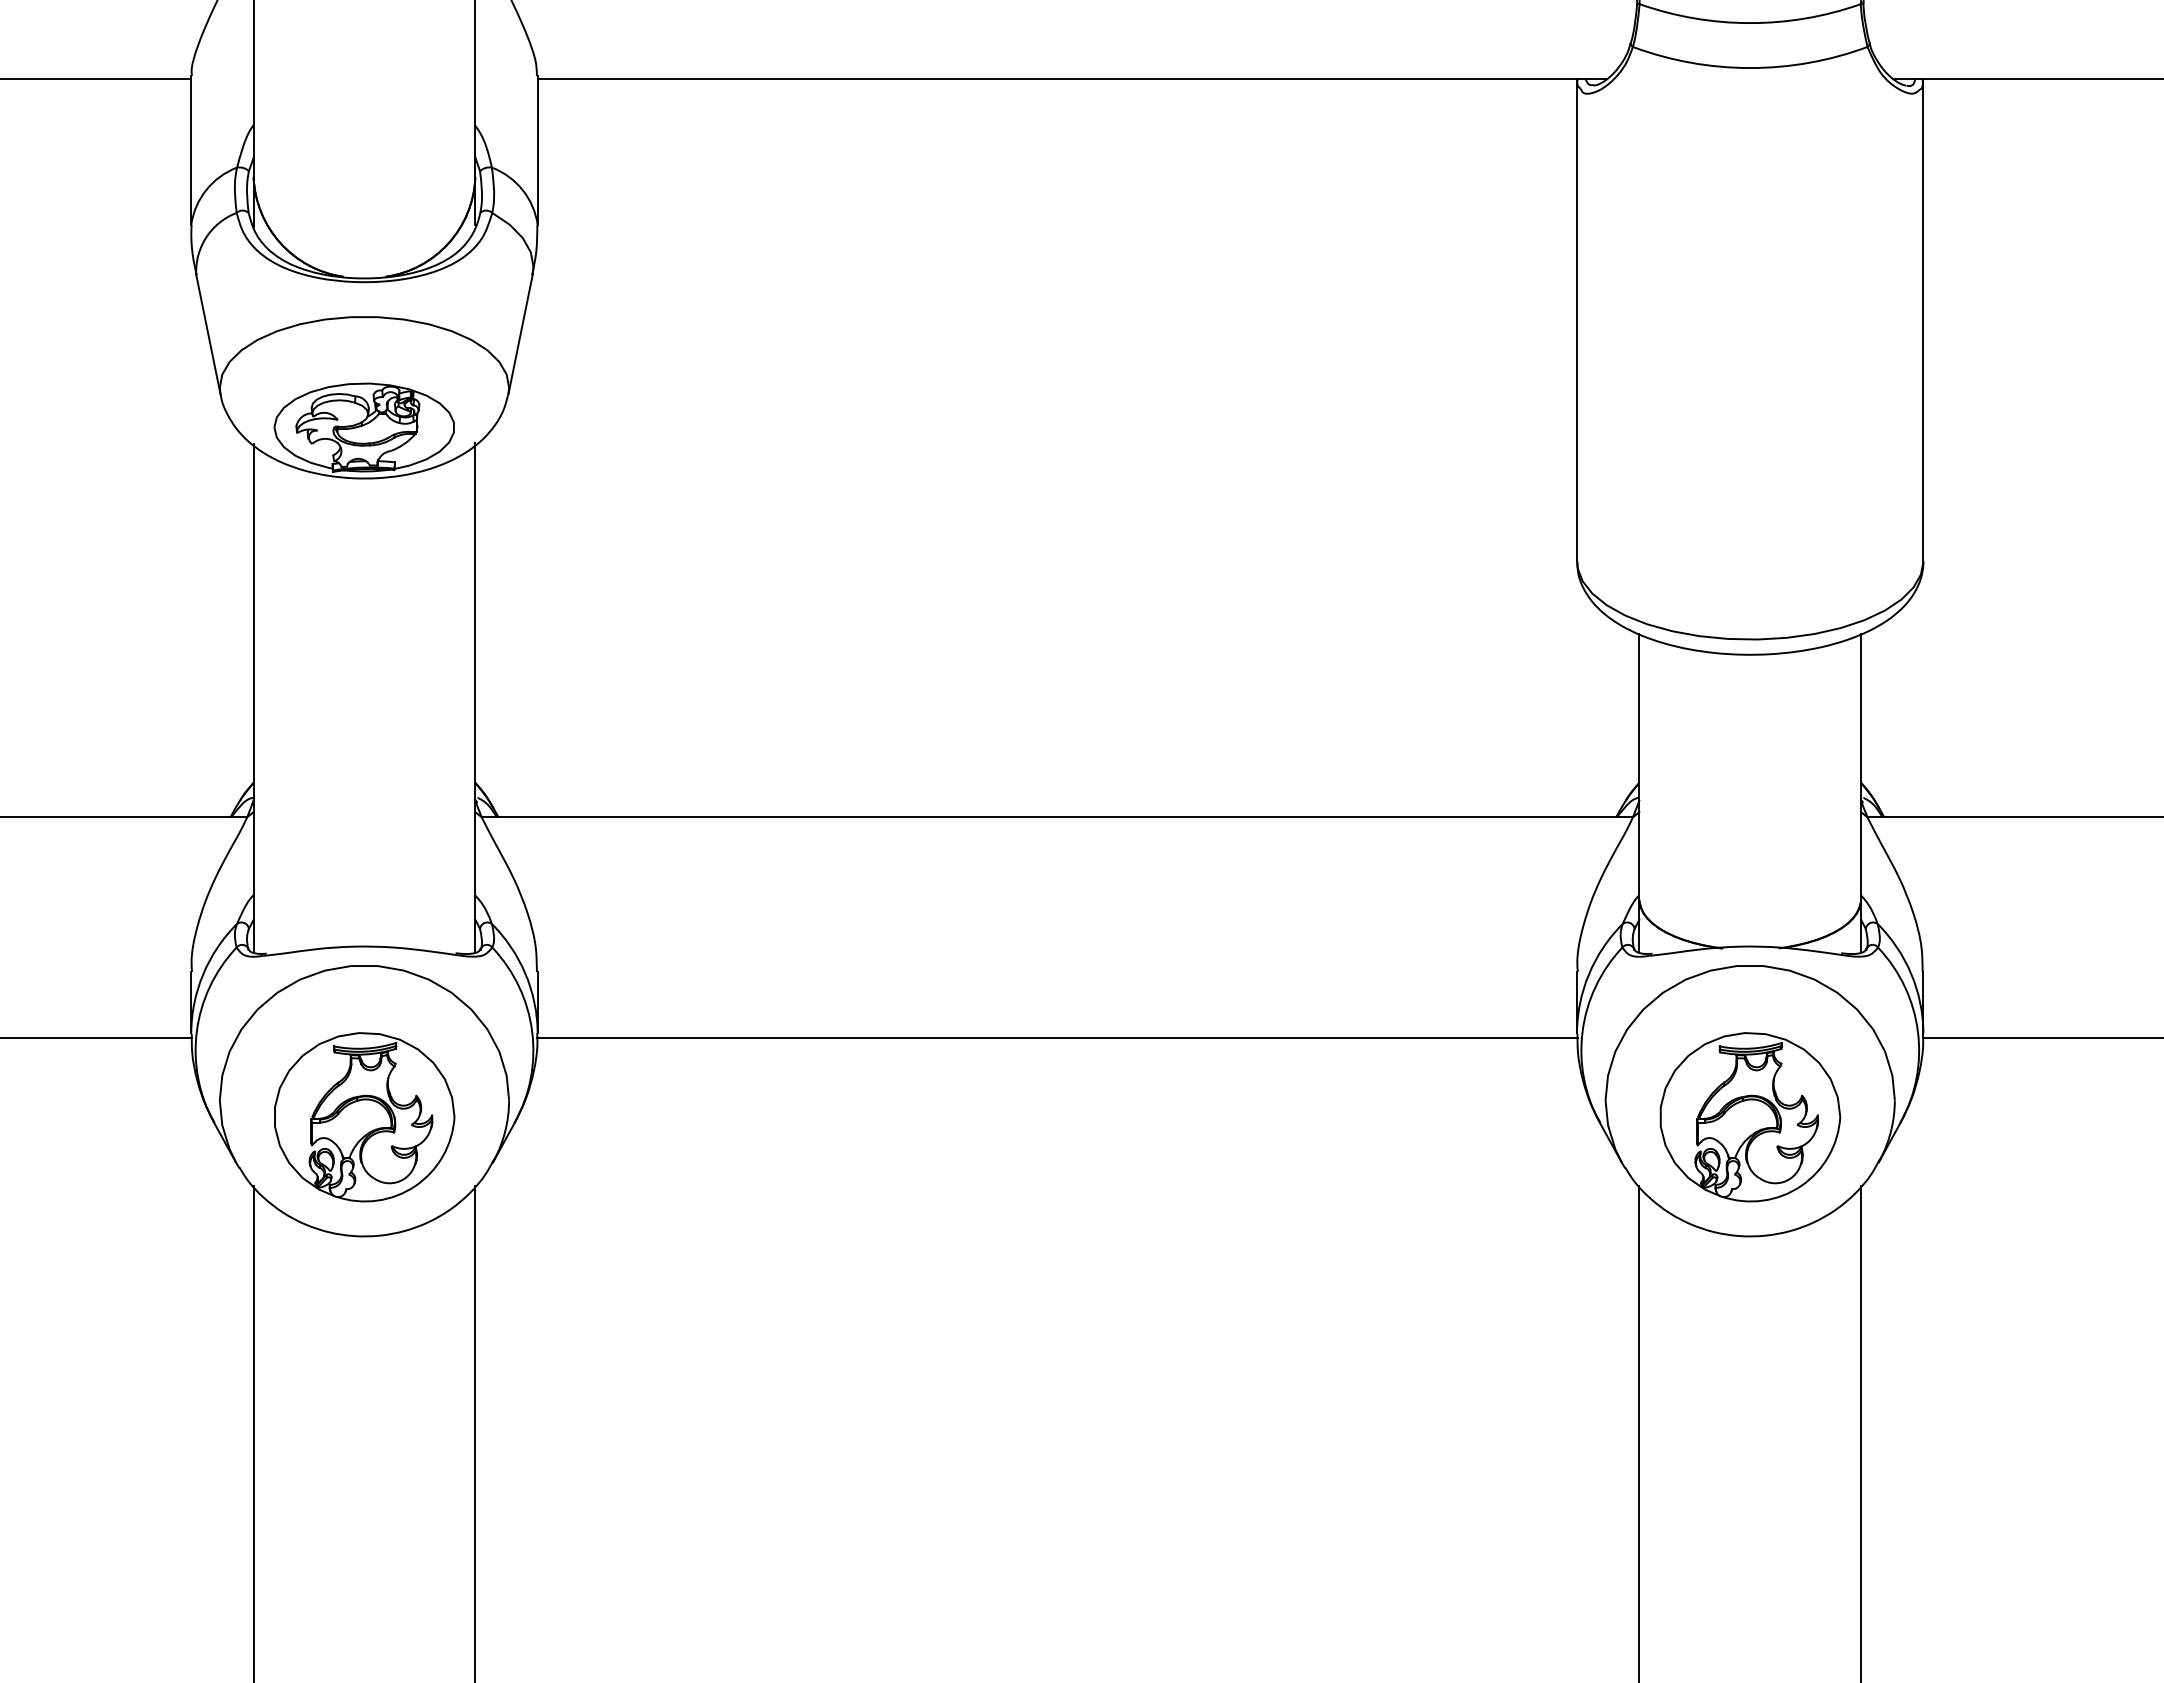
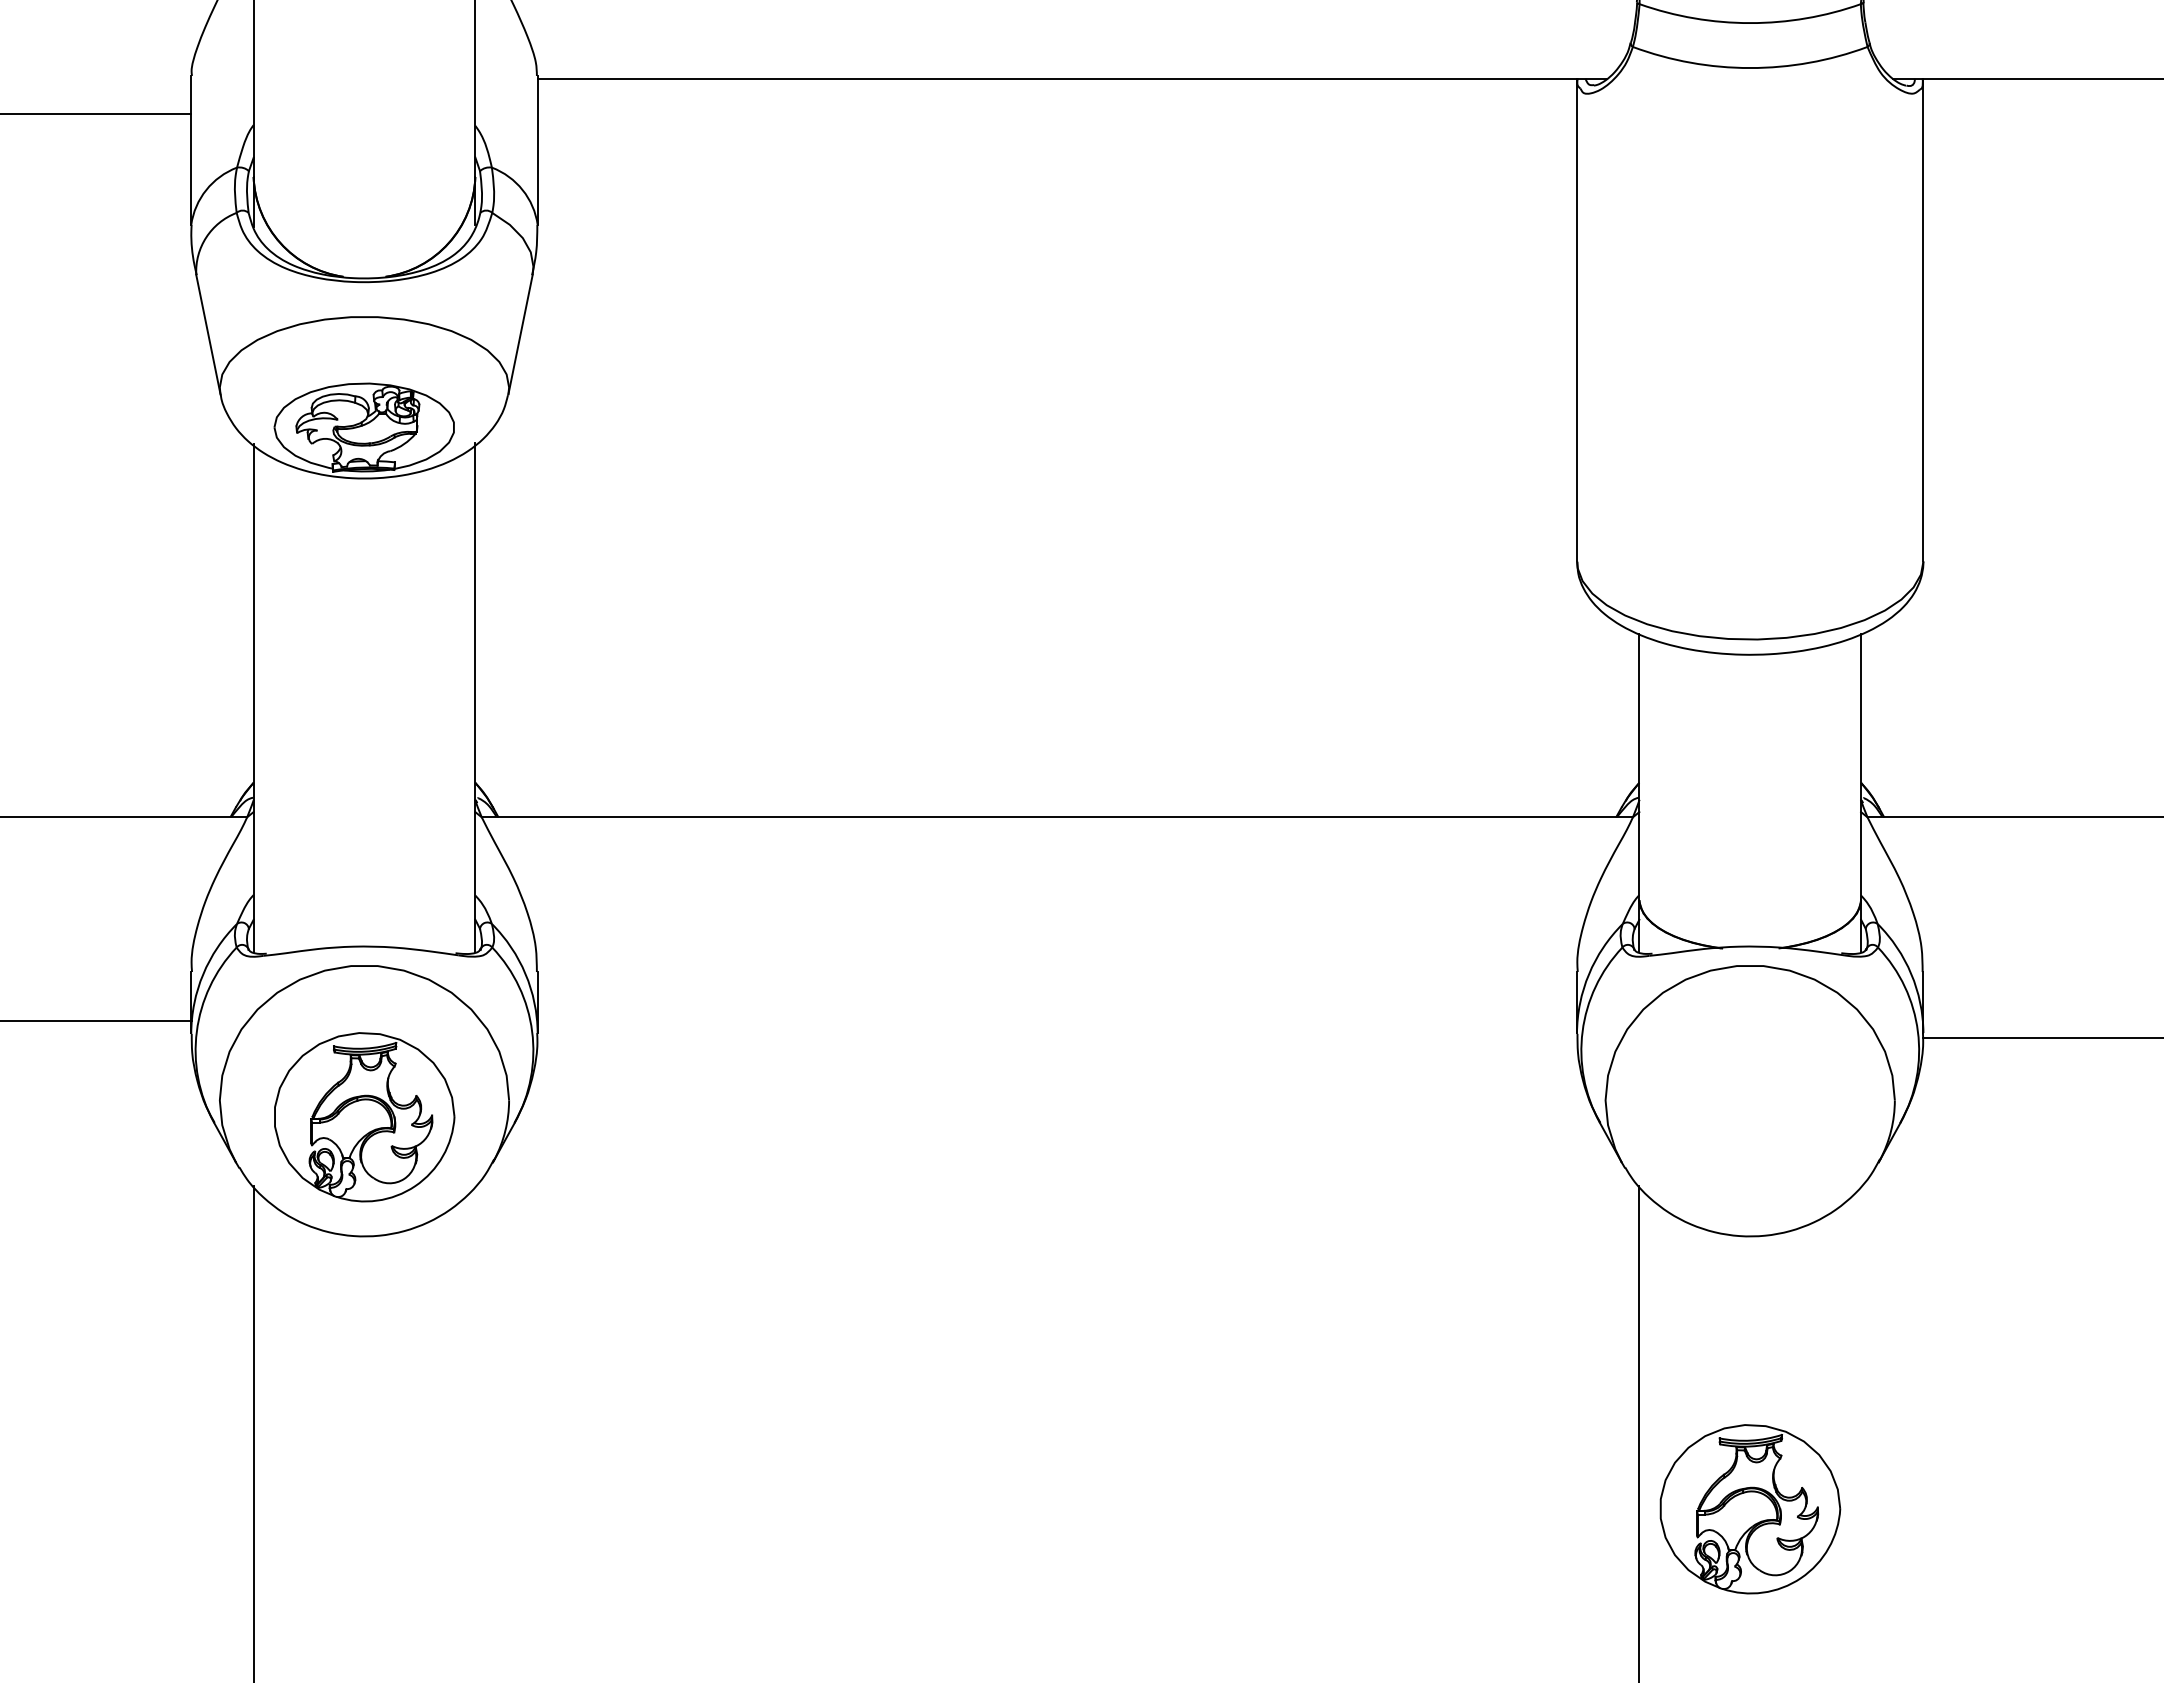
line at (96, 78) position: (96, 78) -> (96, 113)
line at (96, 1038) position: (96, 1038) -> (96, 1021)
line at (1057, 1038): present -> none
part at (1750, 1117) position: (1750, 1117) -> (1750, 1509)
line at (475, 1432): present -> none
line at (1861, 1432): present -> none
